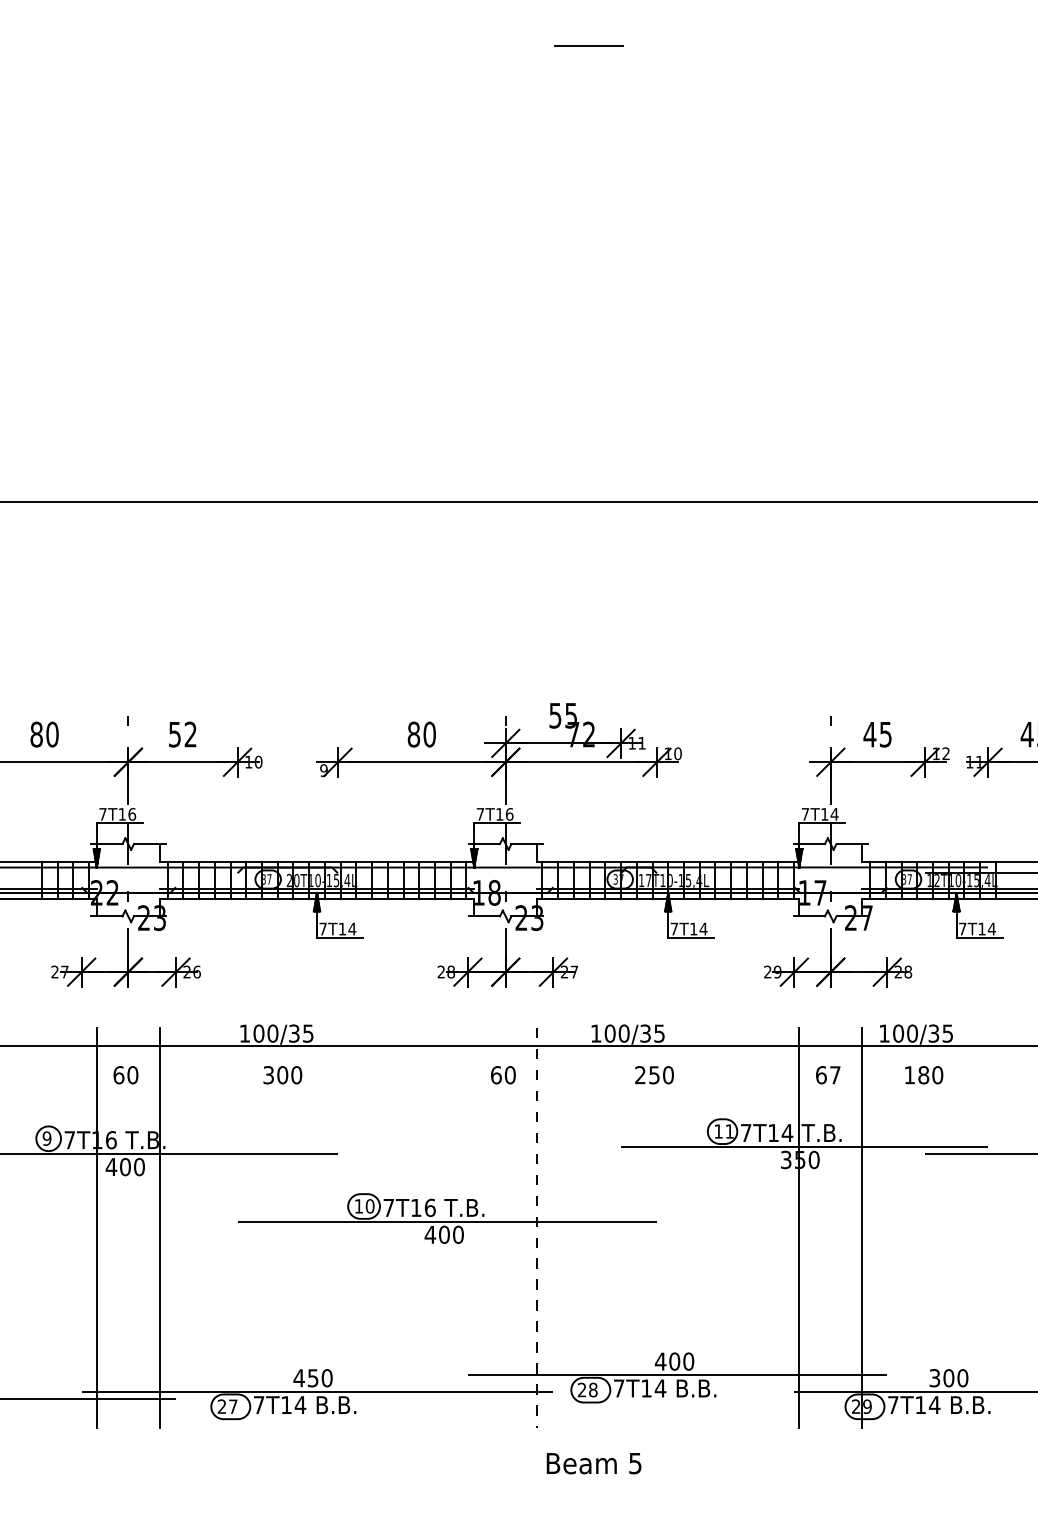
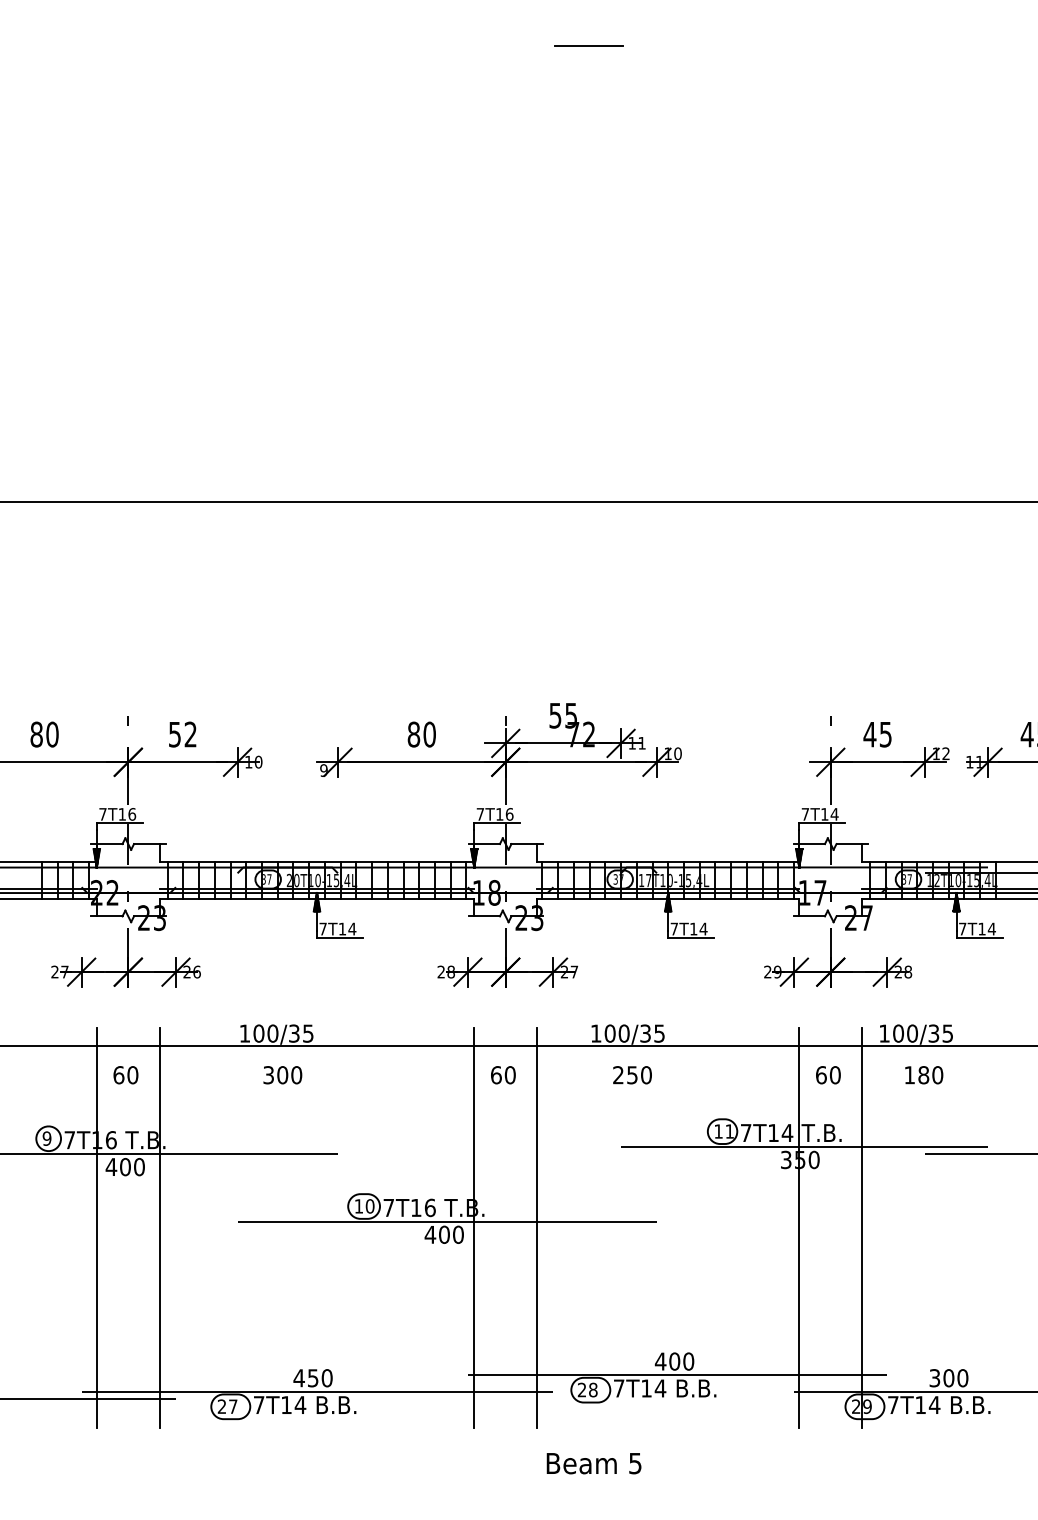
text at (654, 1075) position: (654, 1075) -> (632, 1075)
text at (834, 1075): 67 -> 60
line at (474, 1227): none -> present
line at (537, 1227): dashed -> solid
